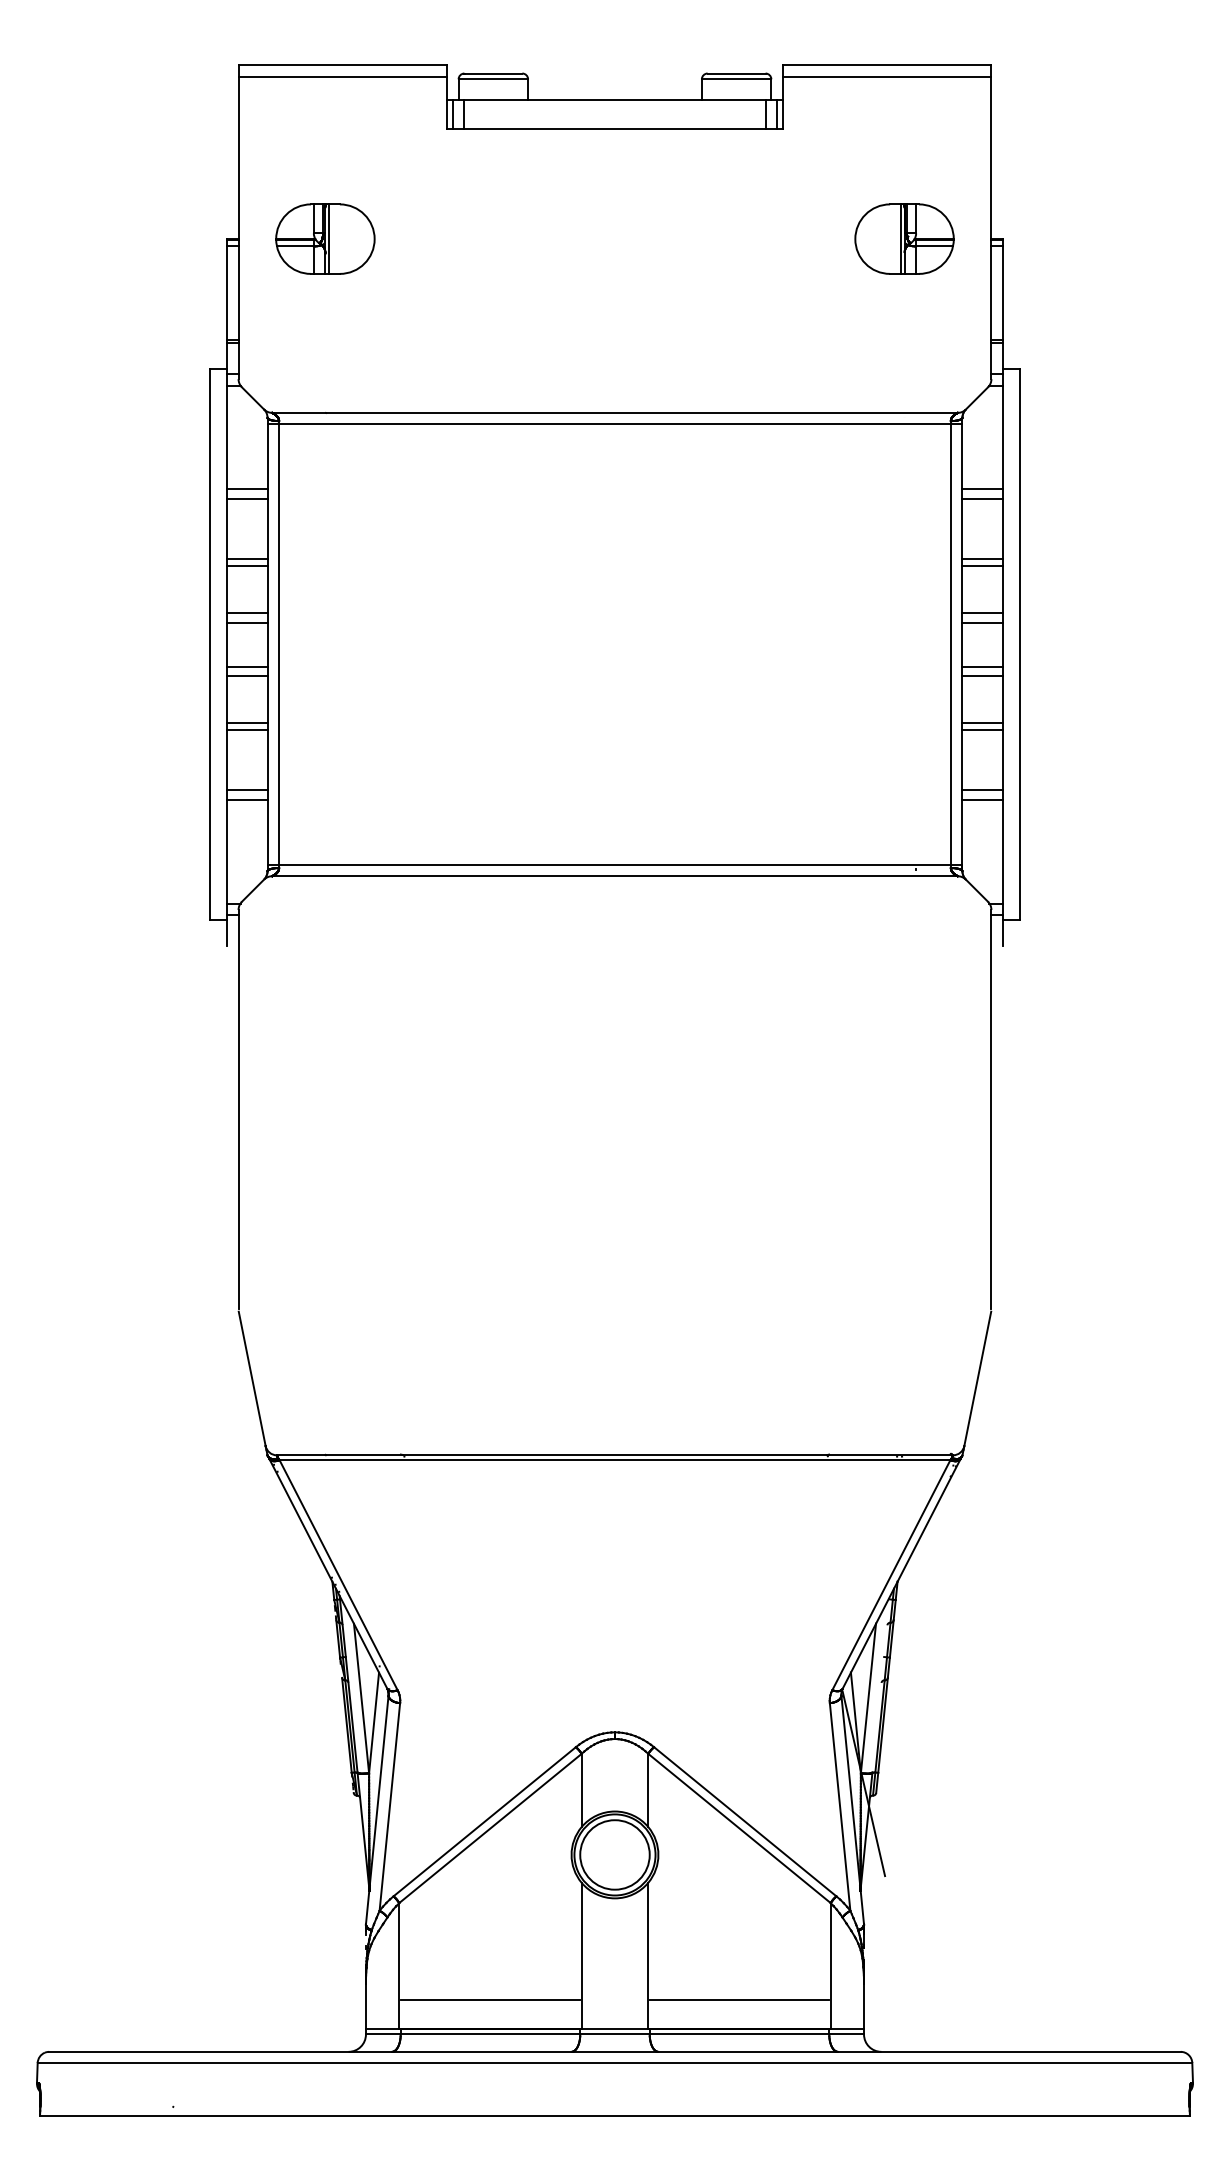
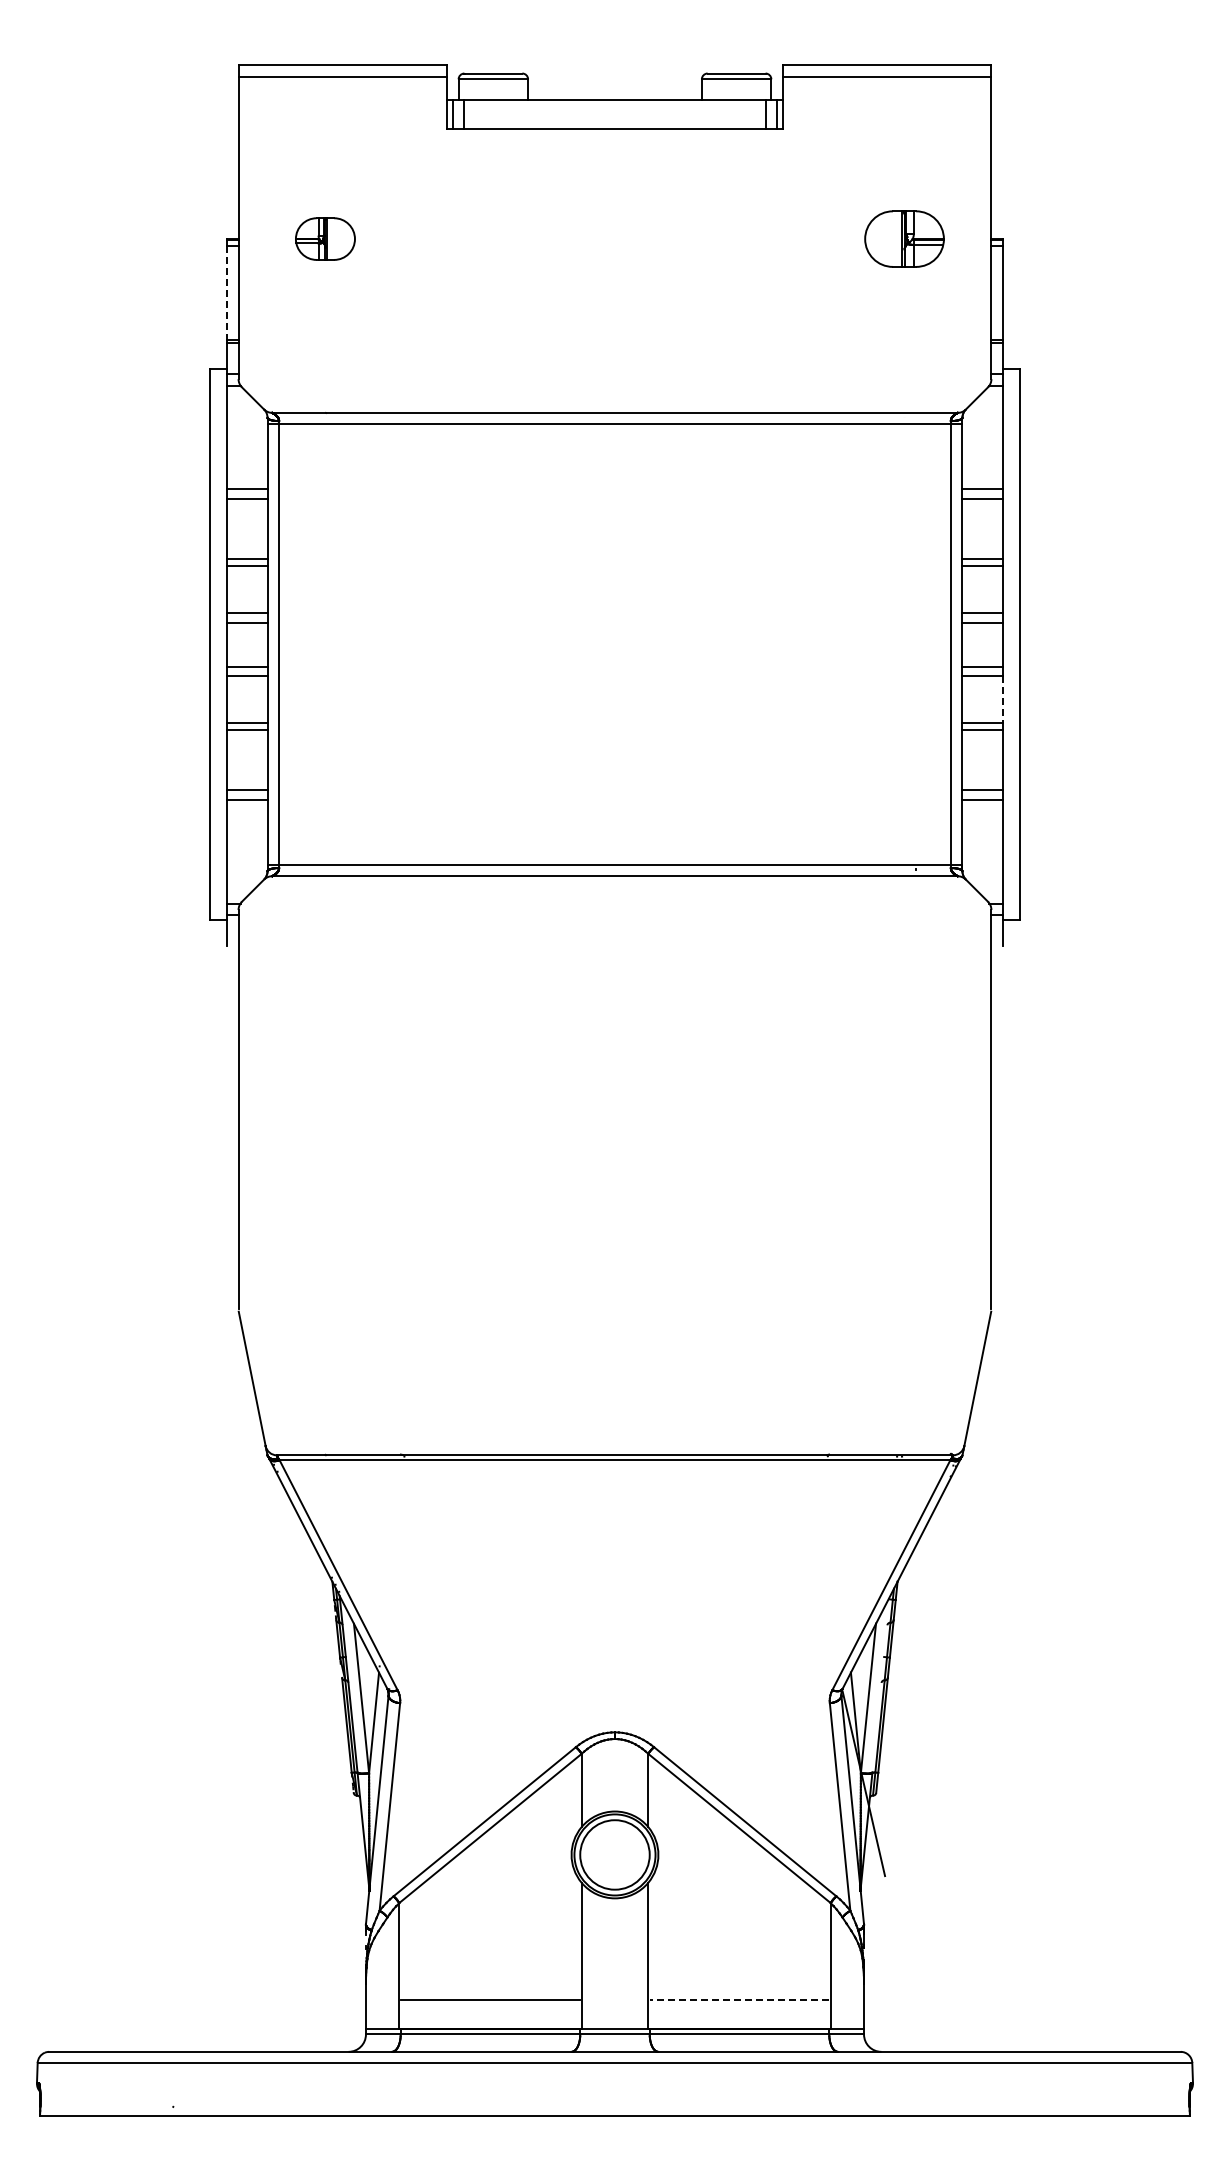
part at (325, 238) size: 101x72 px -> 61x44 px
part at (904, 238) size: 101x72 px -> 81x58 px
line at (226, 293): solid -> dashed
line at (1003, 700): solid -> dashed
line at (739, 1999): solid -> dashed
